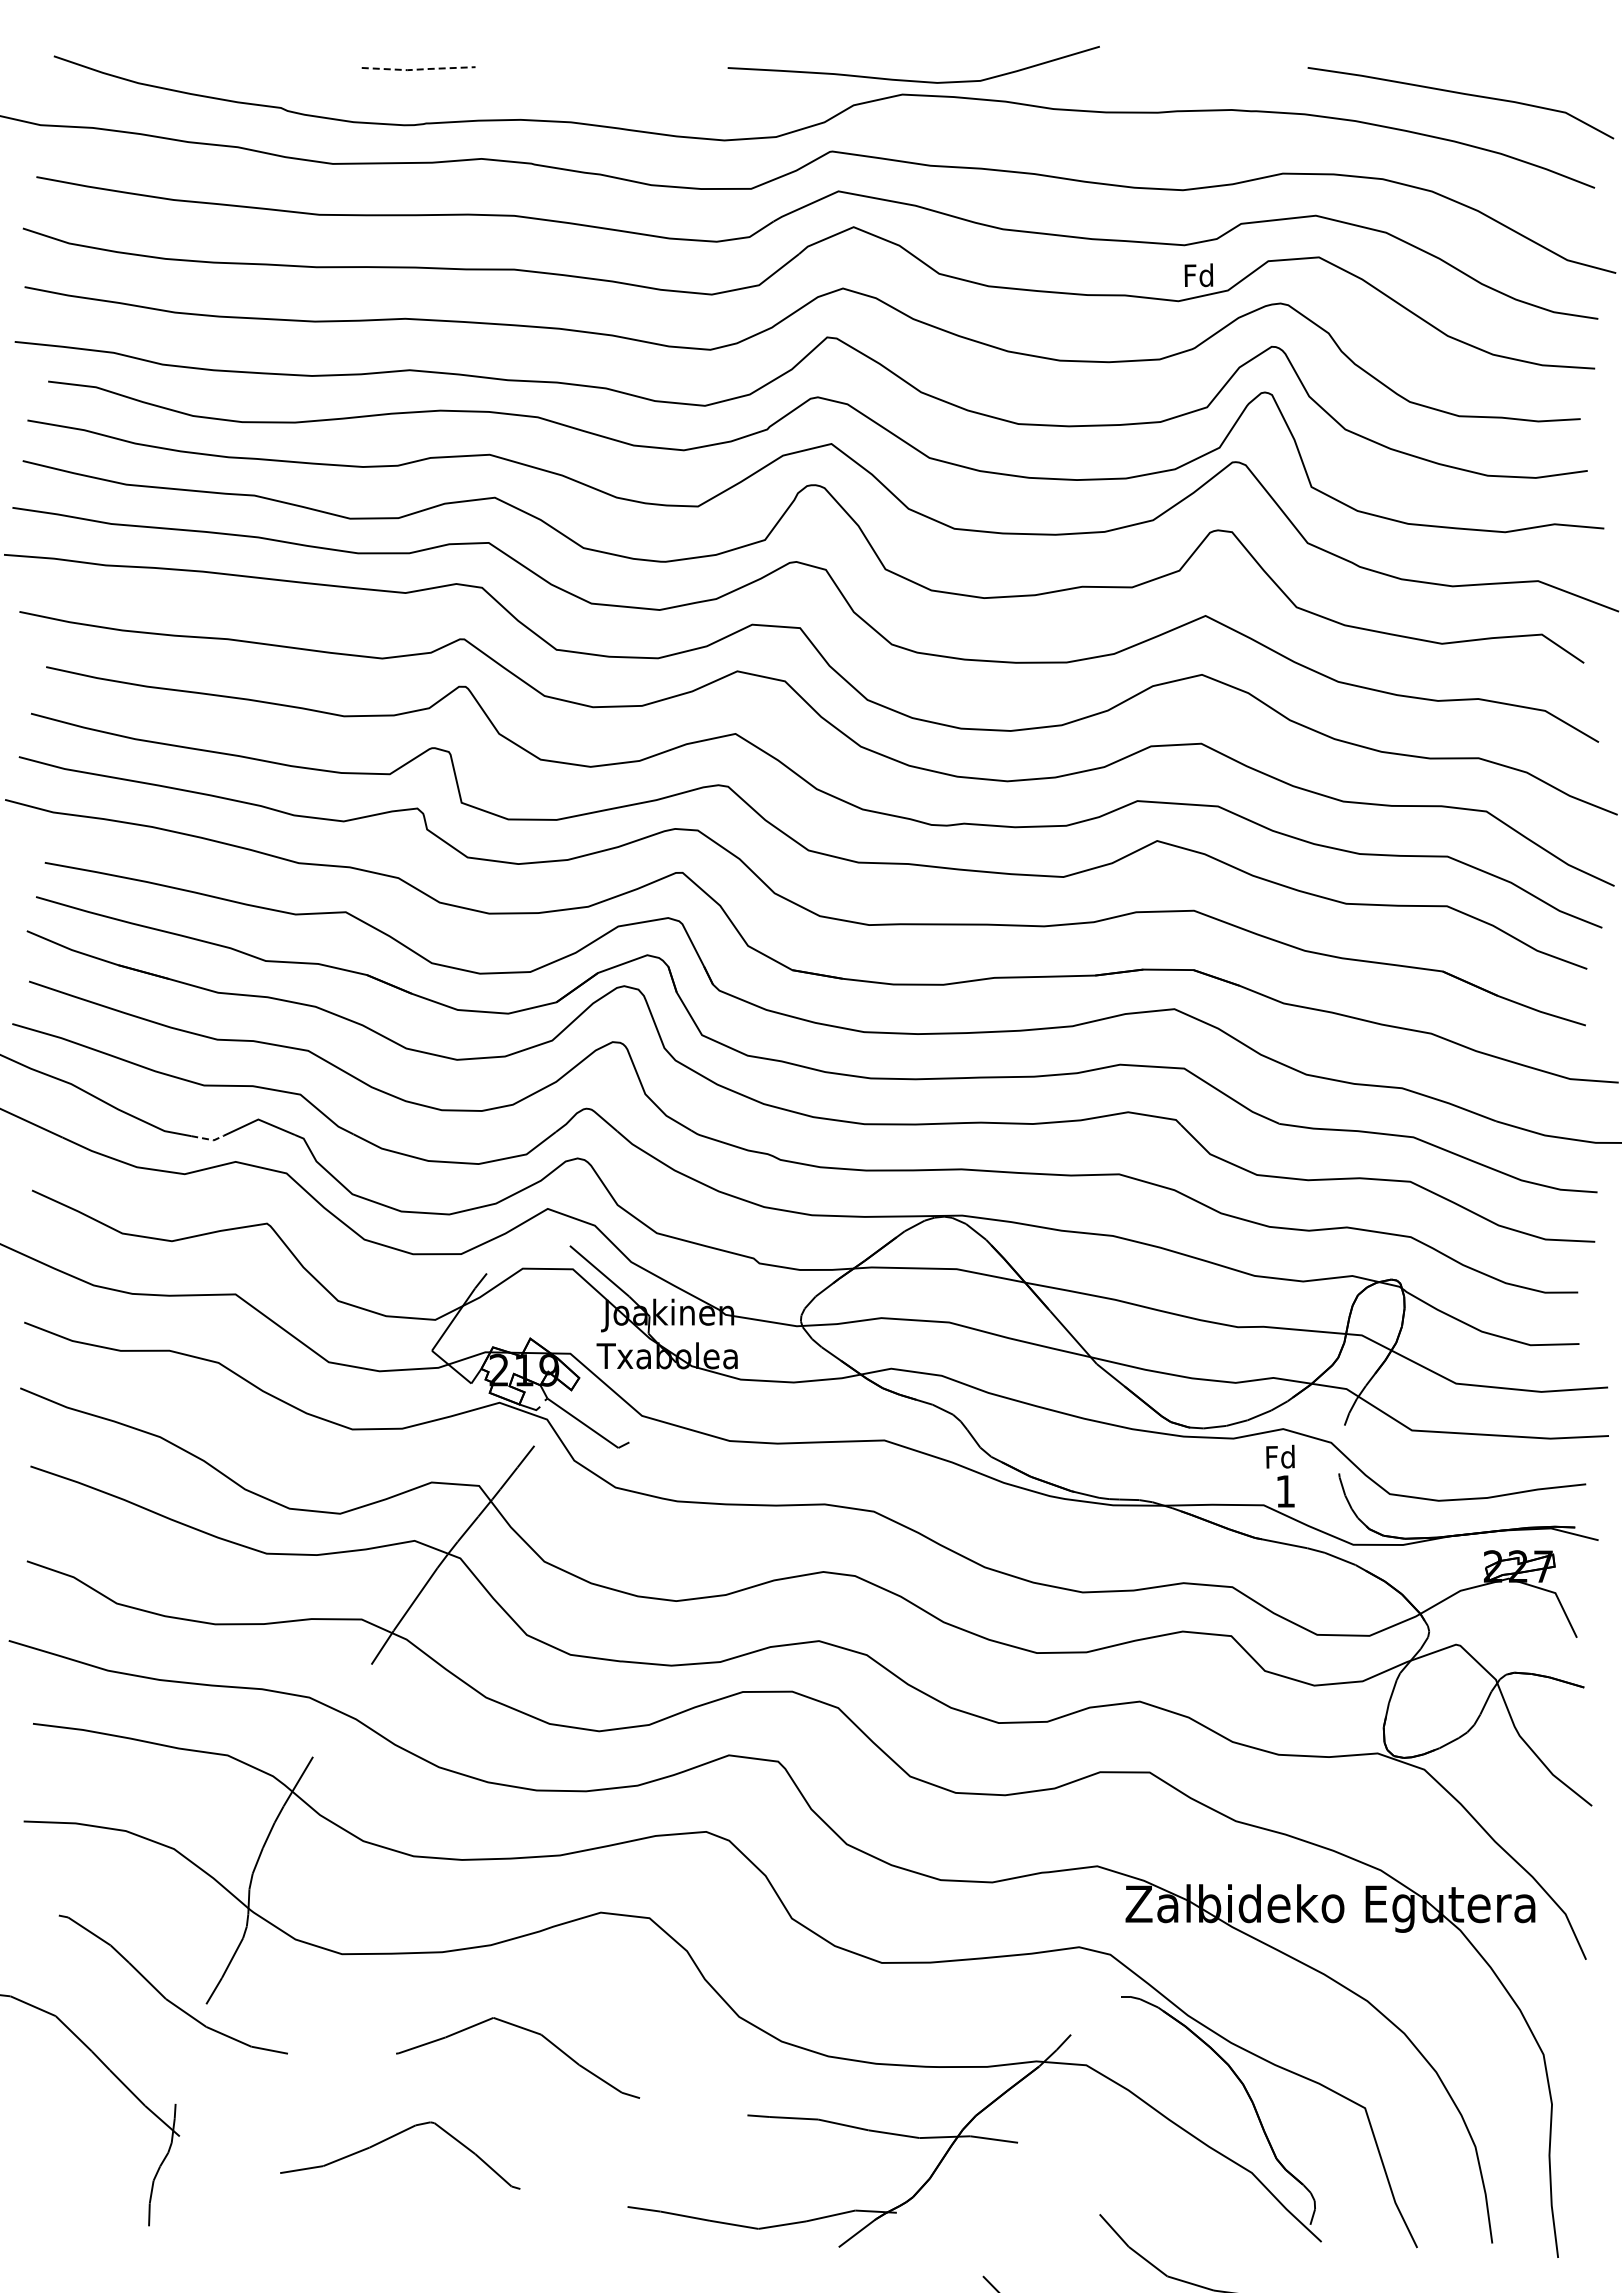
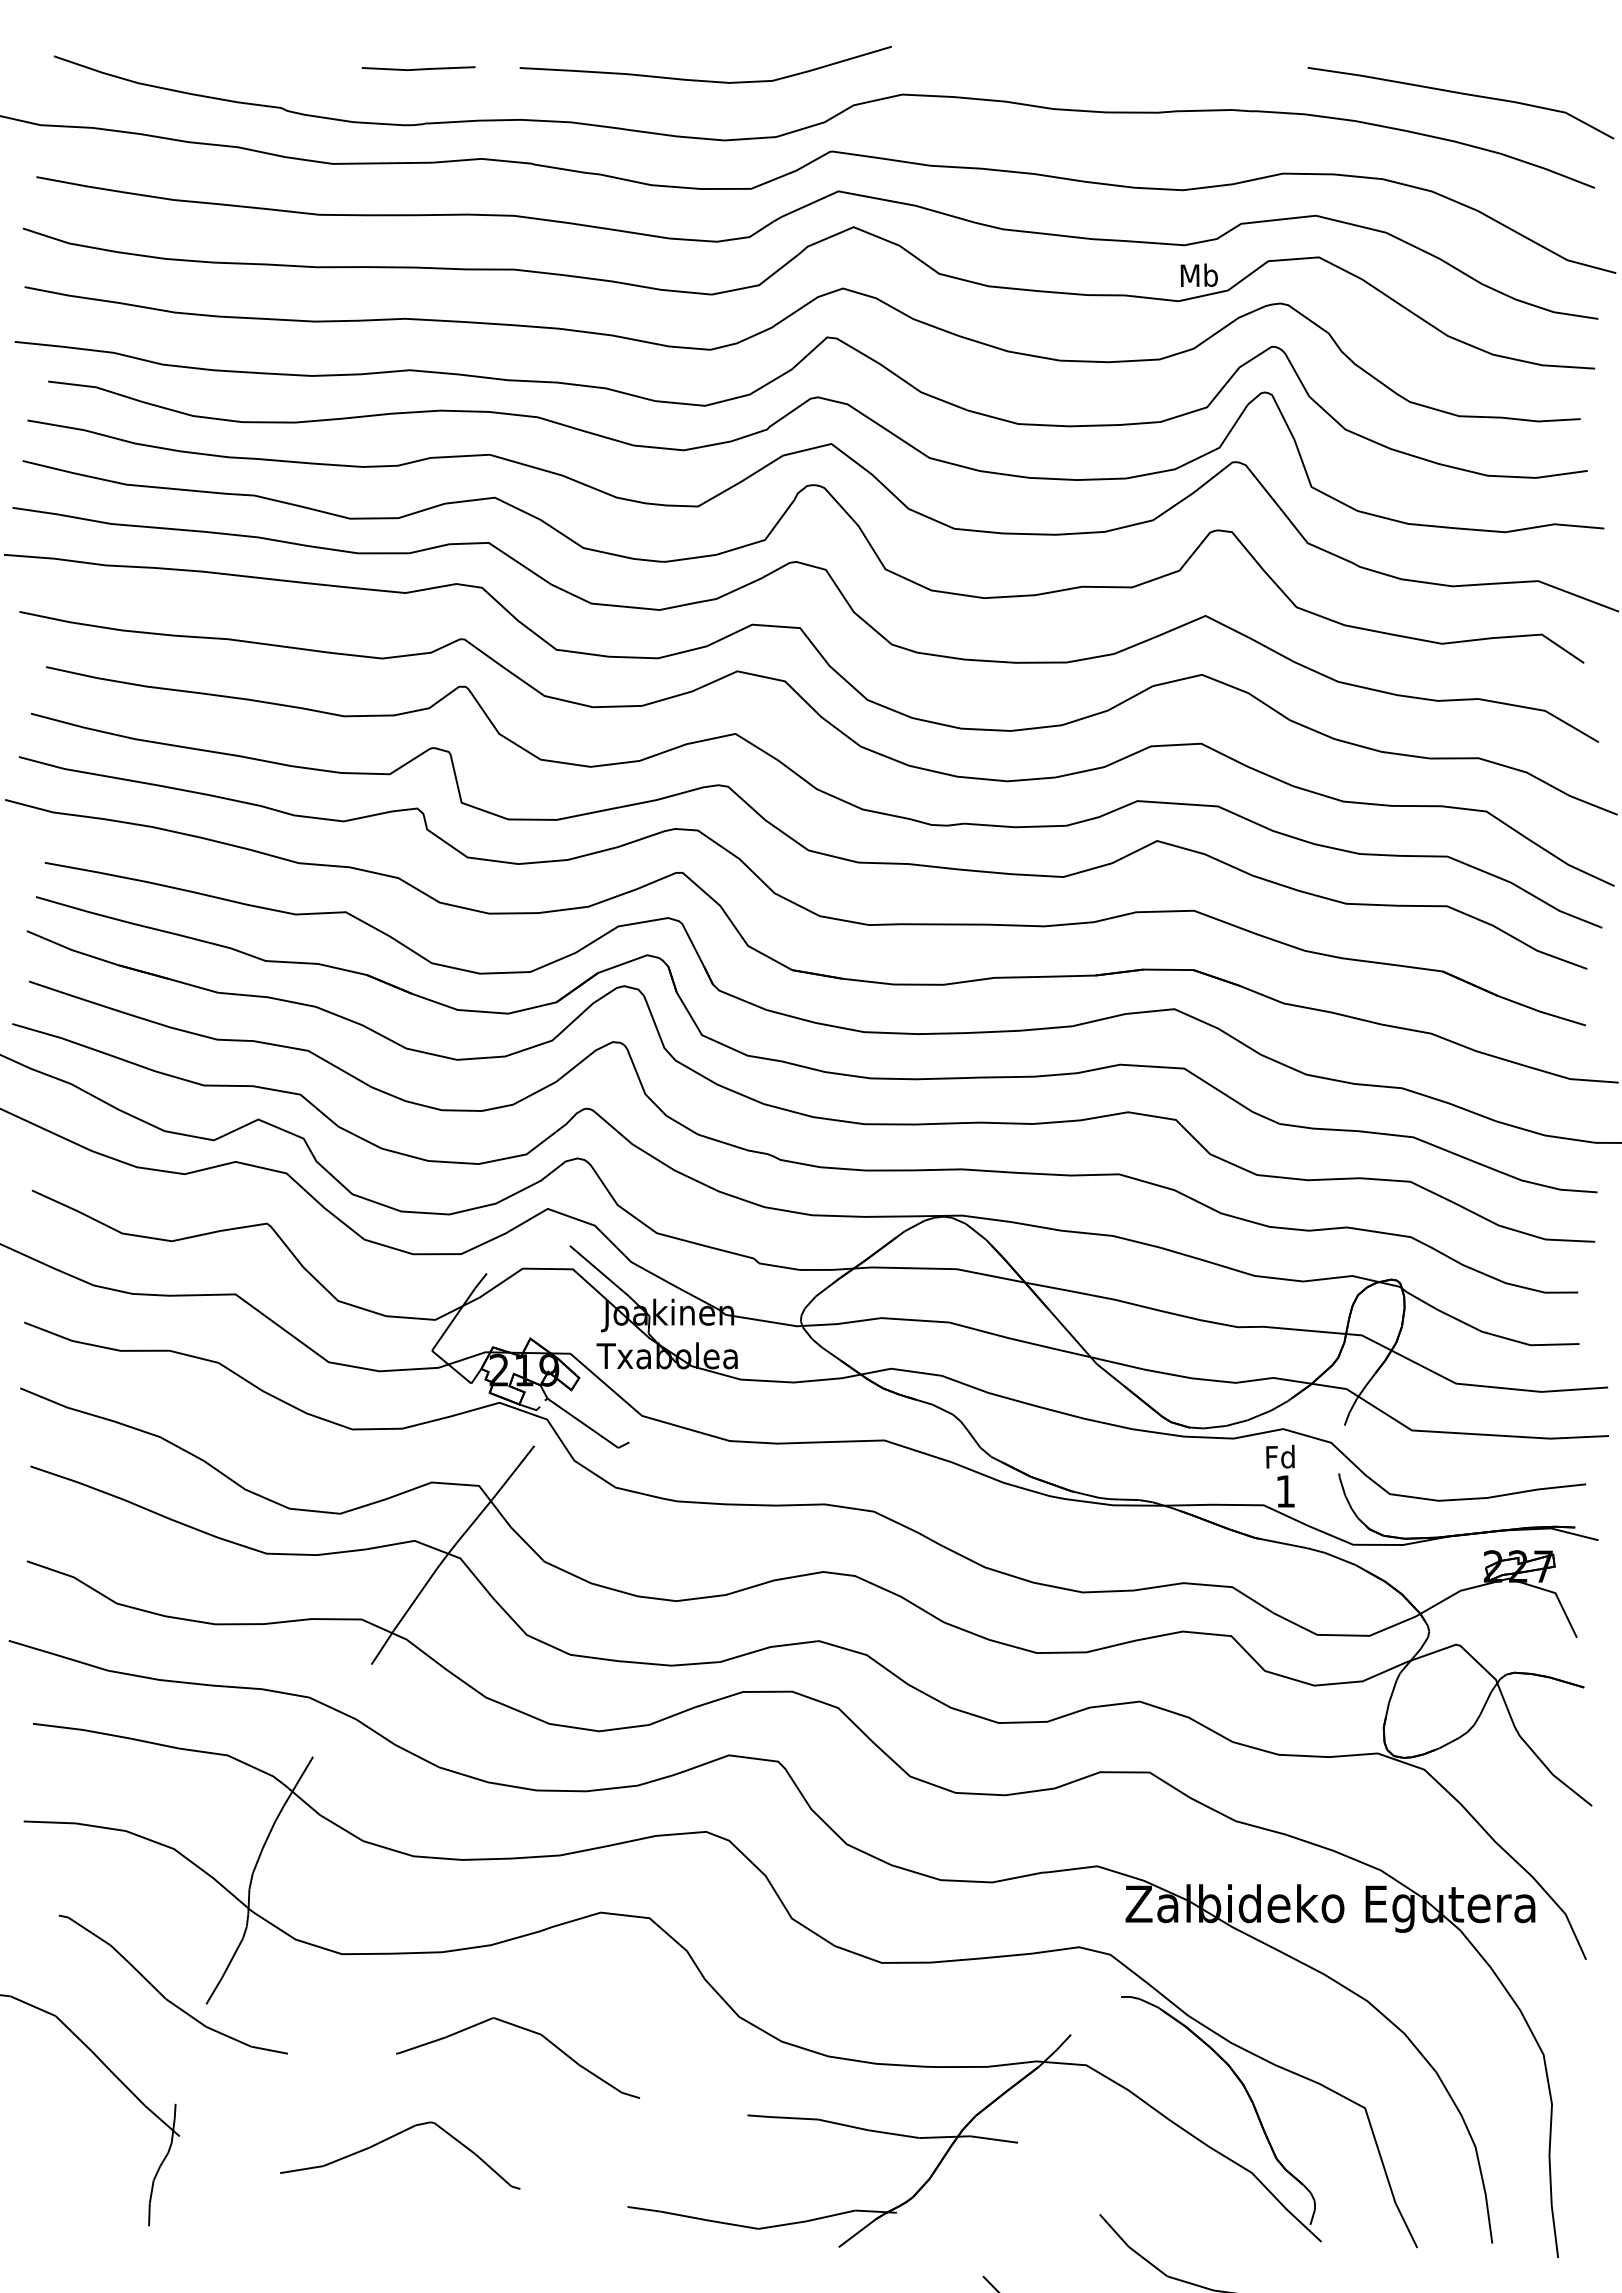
line at (419, 69): dashed -> solid
curve at (913, 80) position: (913, 80) -> (705, 80)
text at (1198, 275): Fd -> Mb
line at (208, 1139): dashed -> solid
